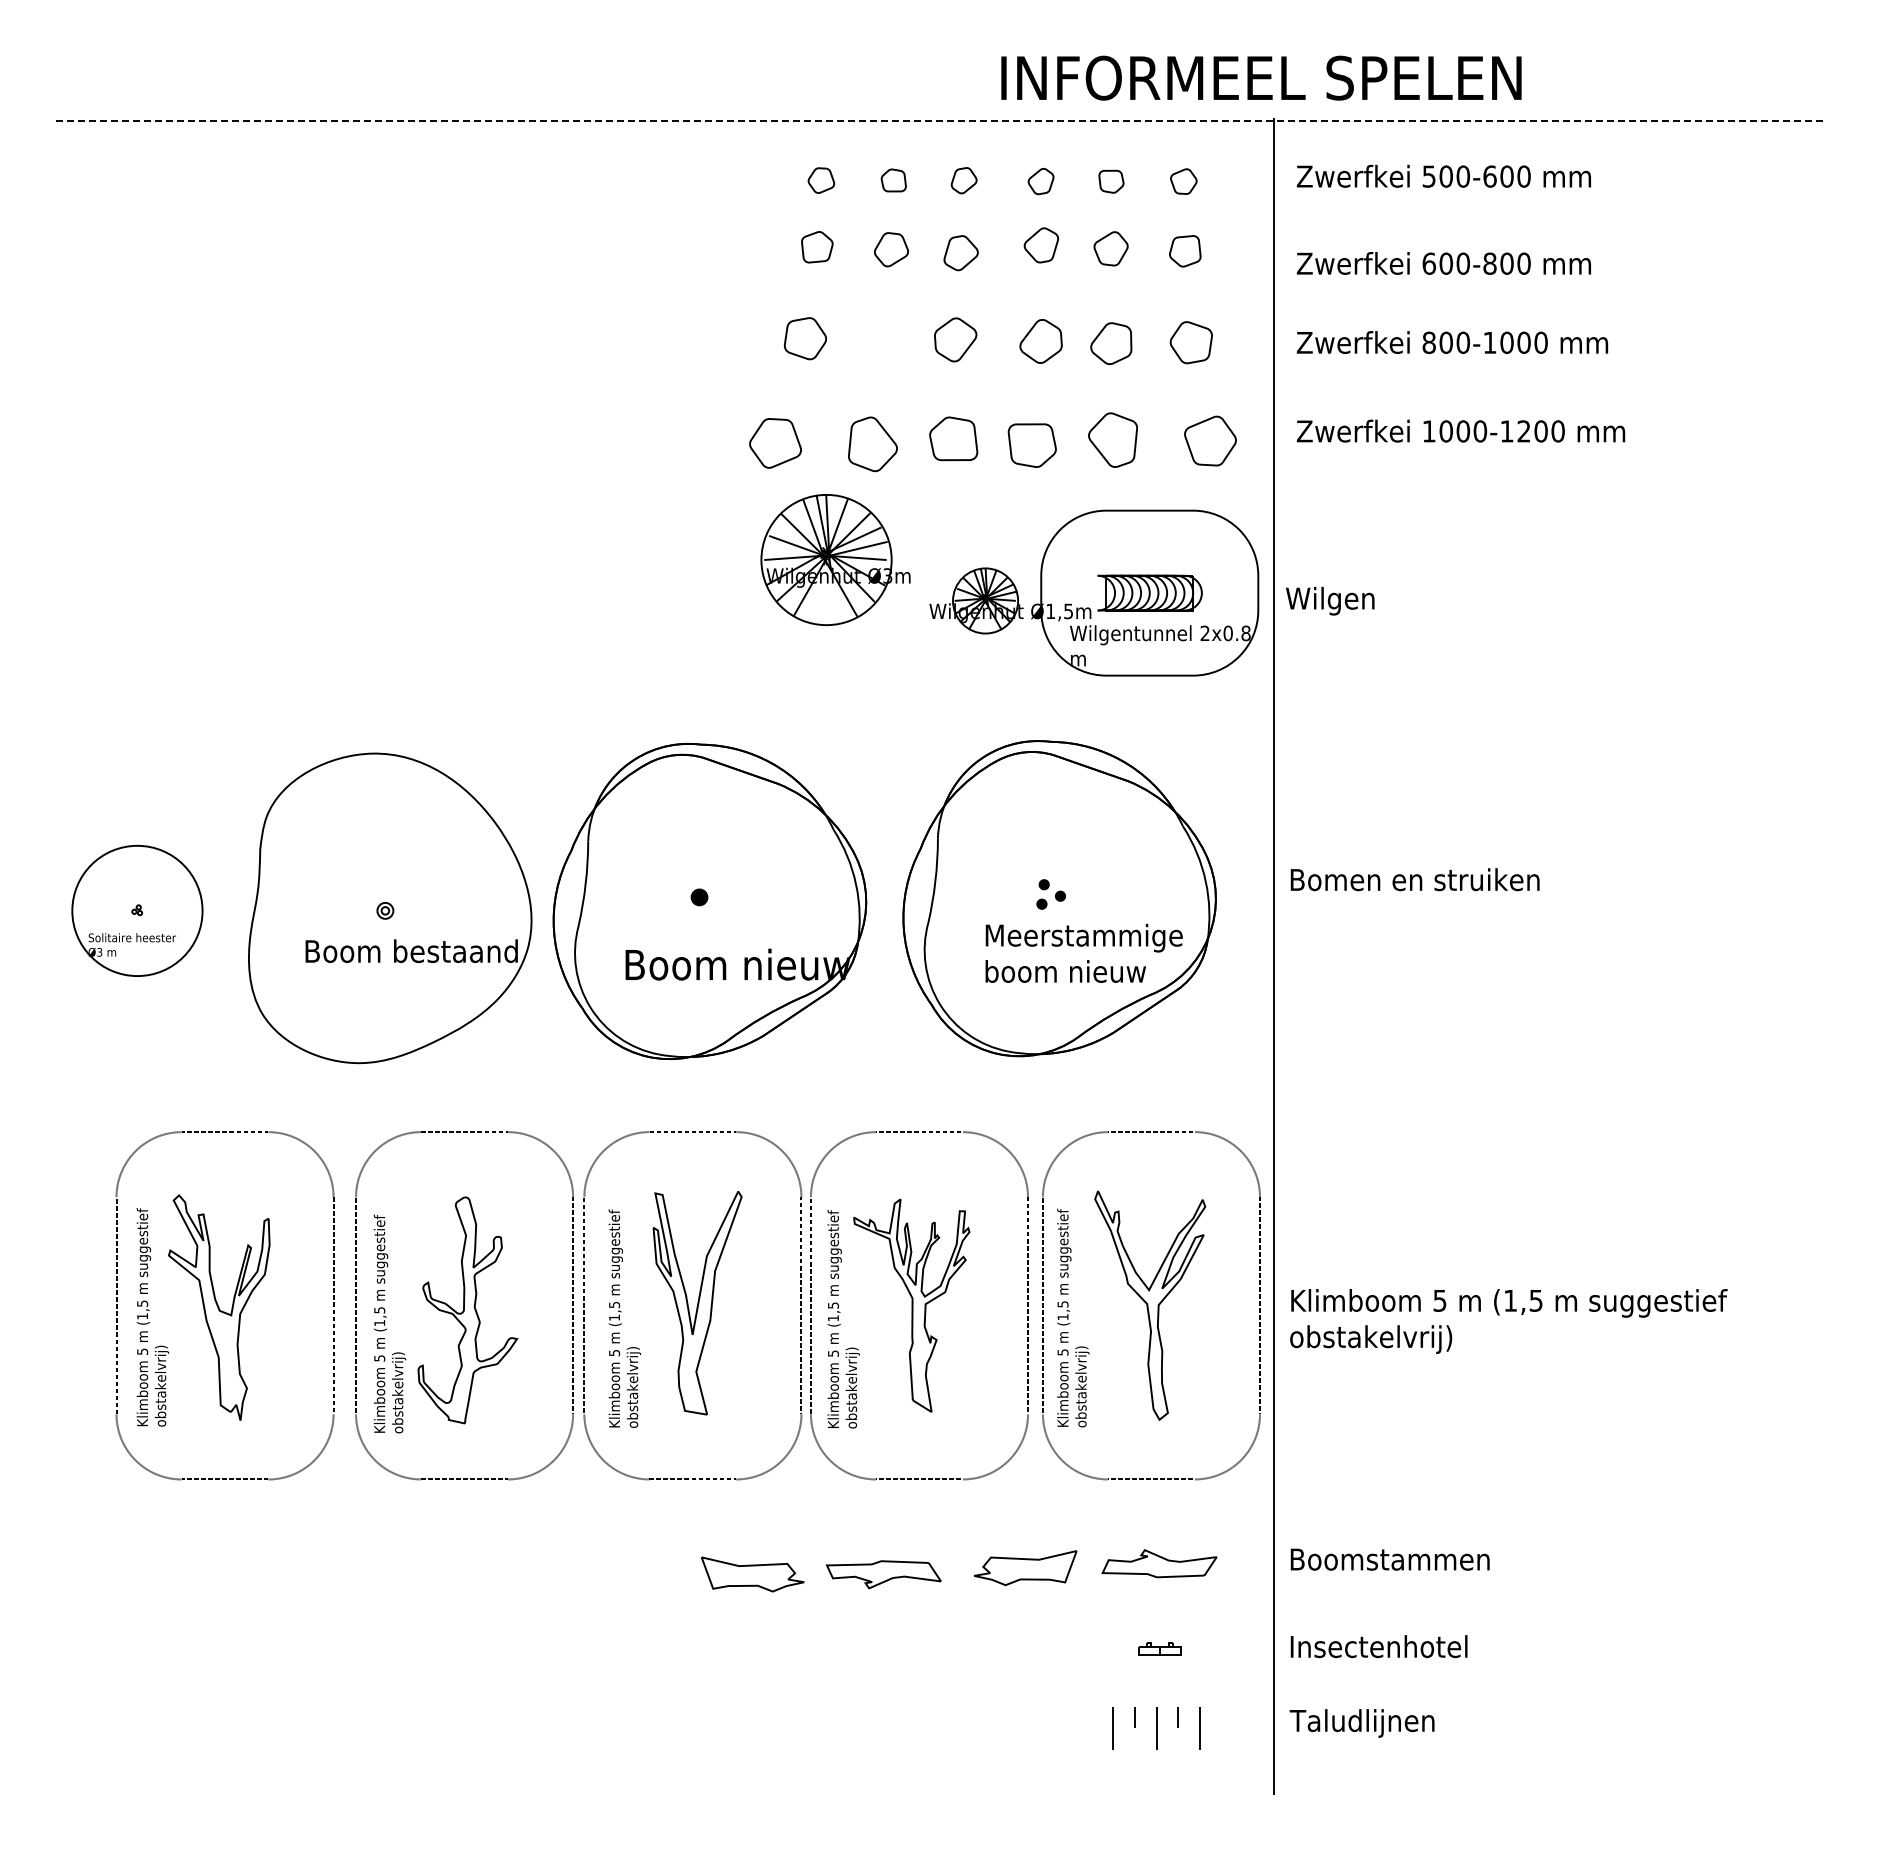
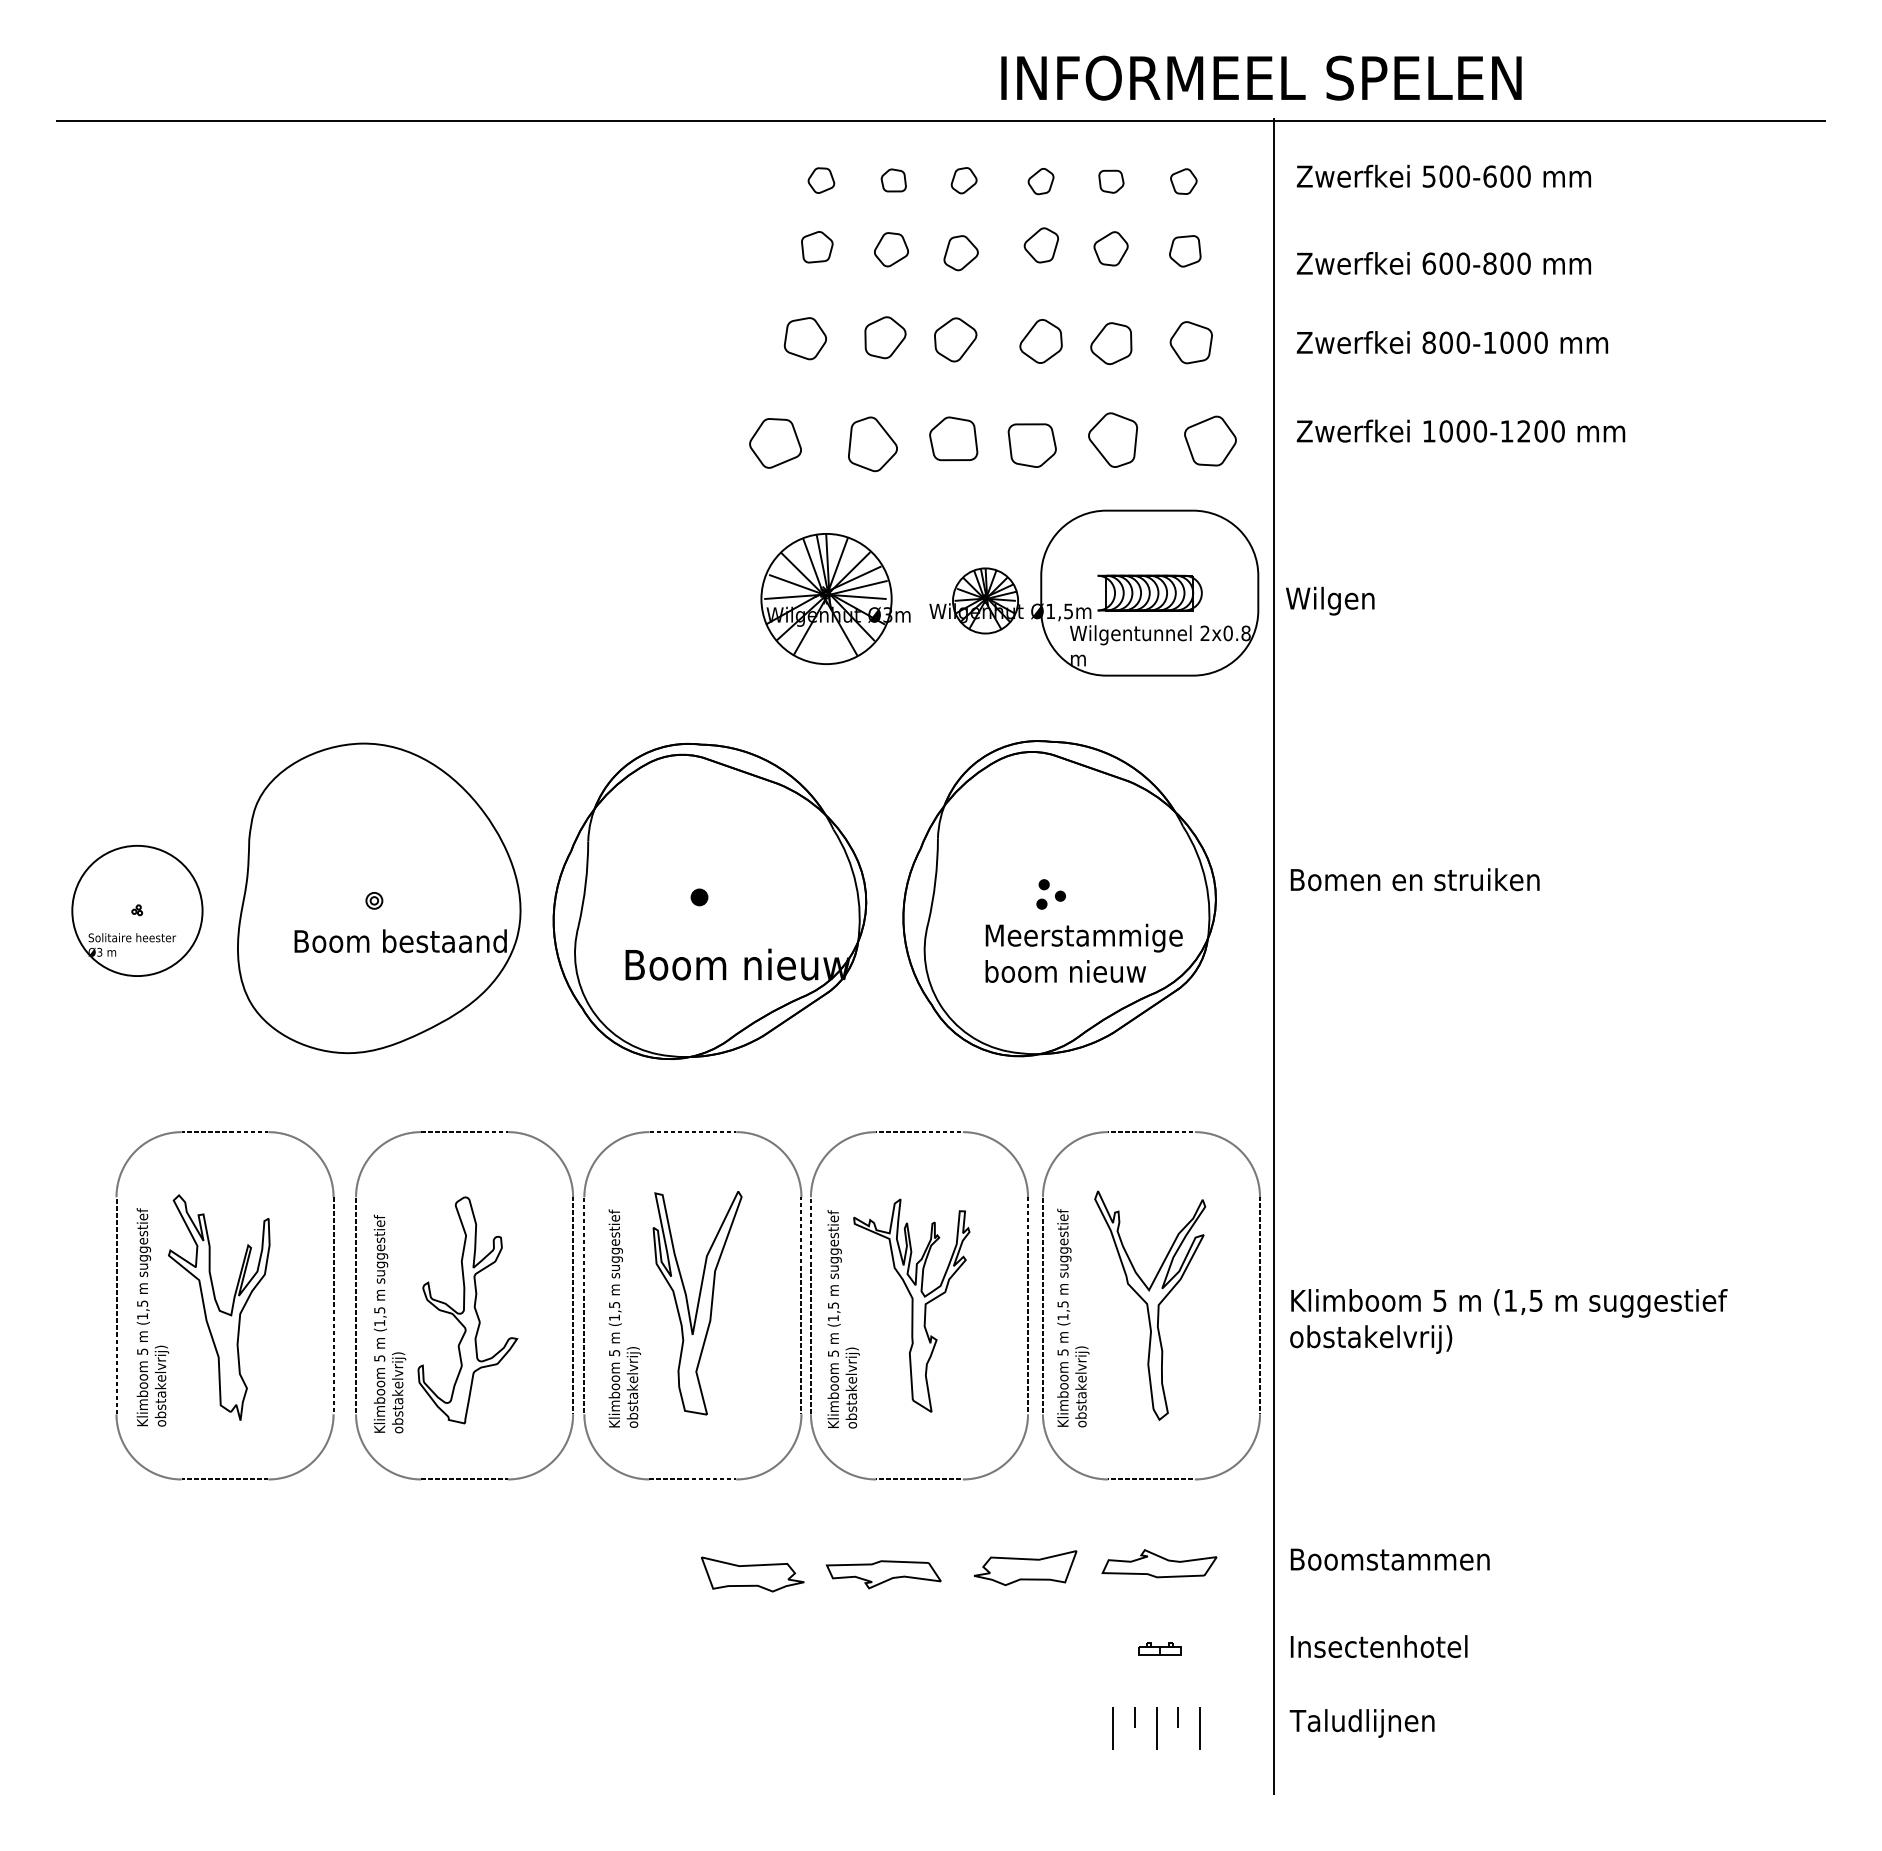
line at (940, 120): dashed -> solid
part at (885, 337): none -> present
part at (835, 559) position: (835, 559) -> (835, 598)
part at (390, 908) position: (390, 908) -> (379, 898)
